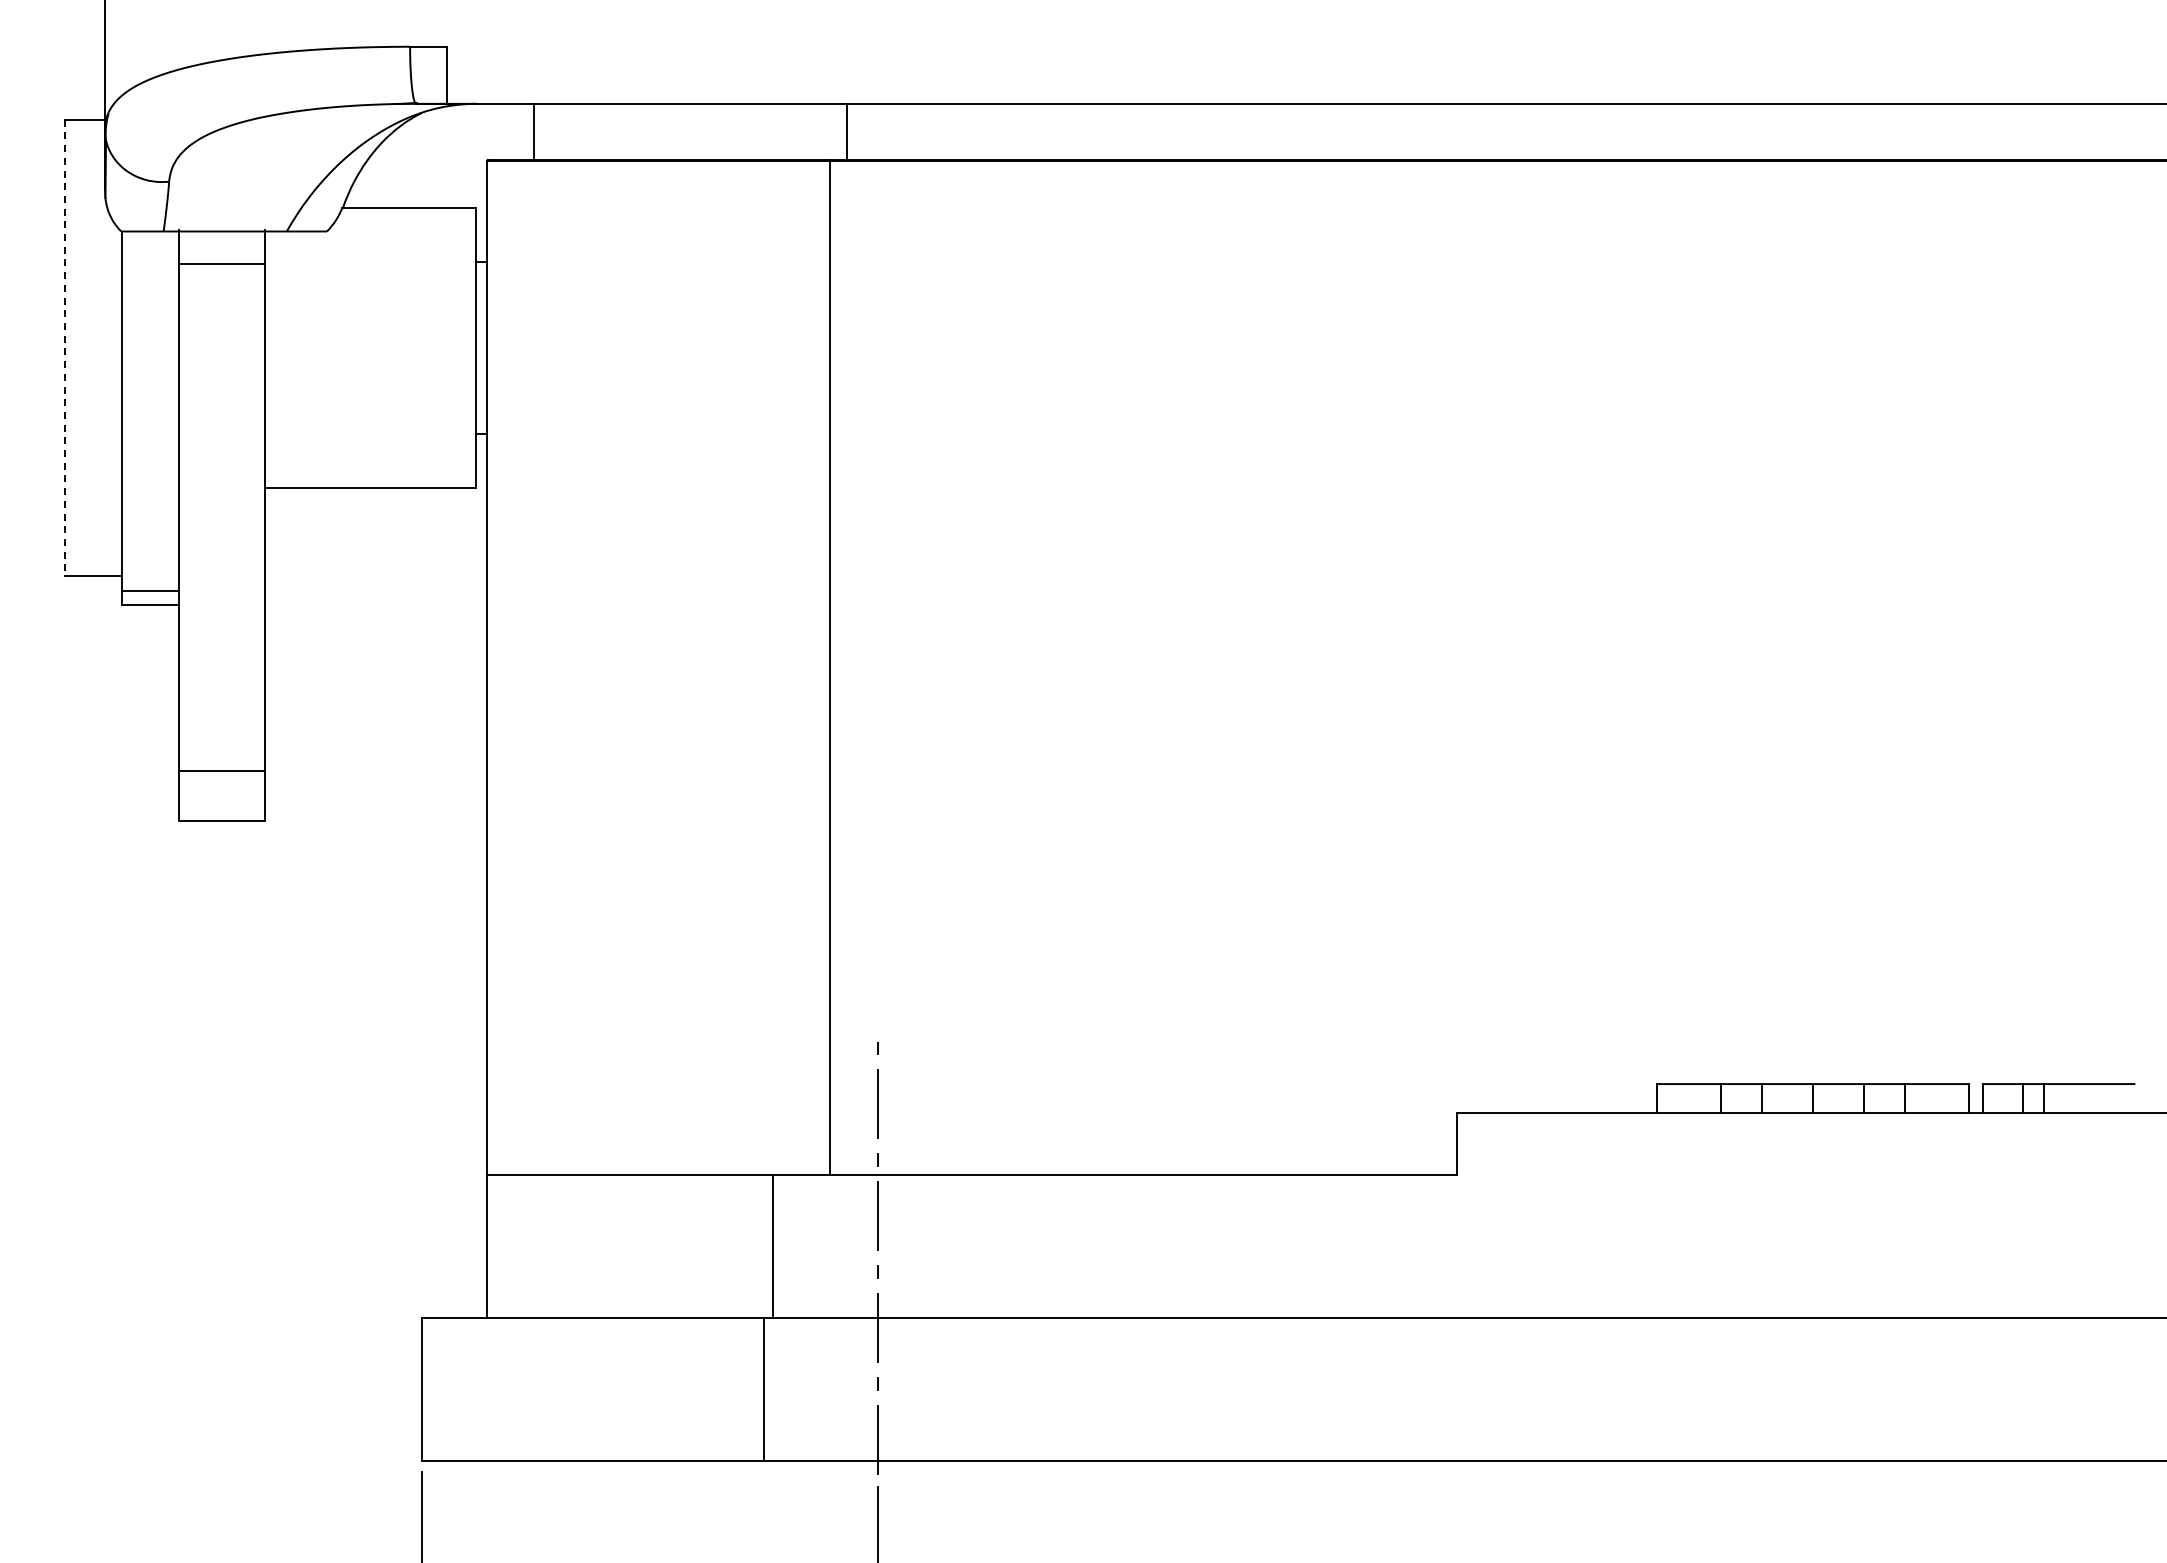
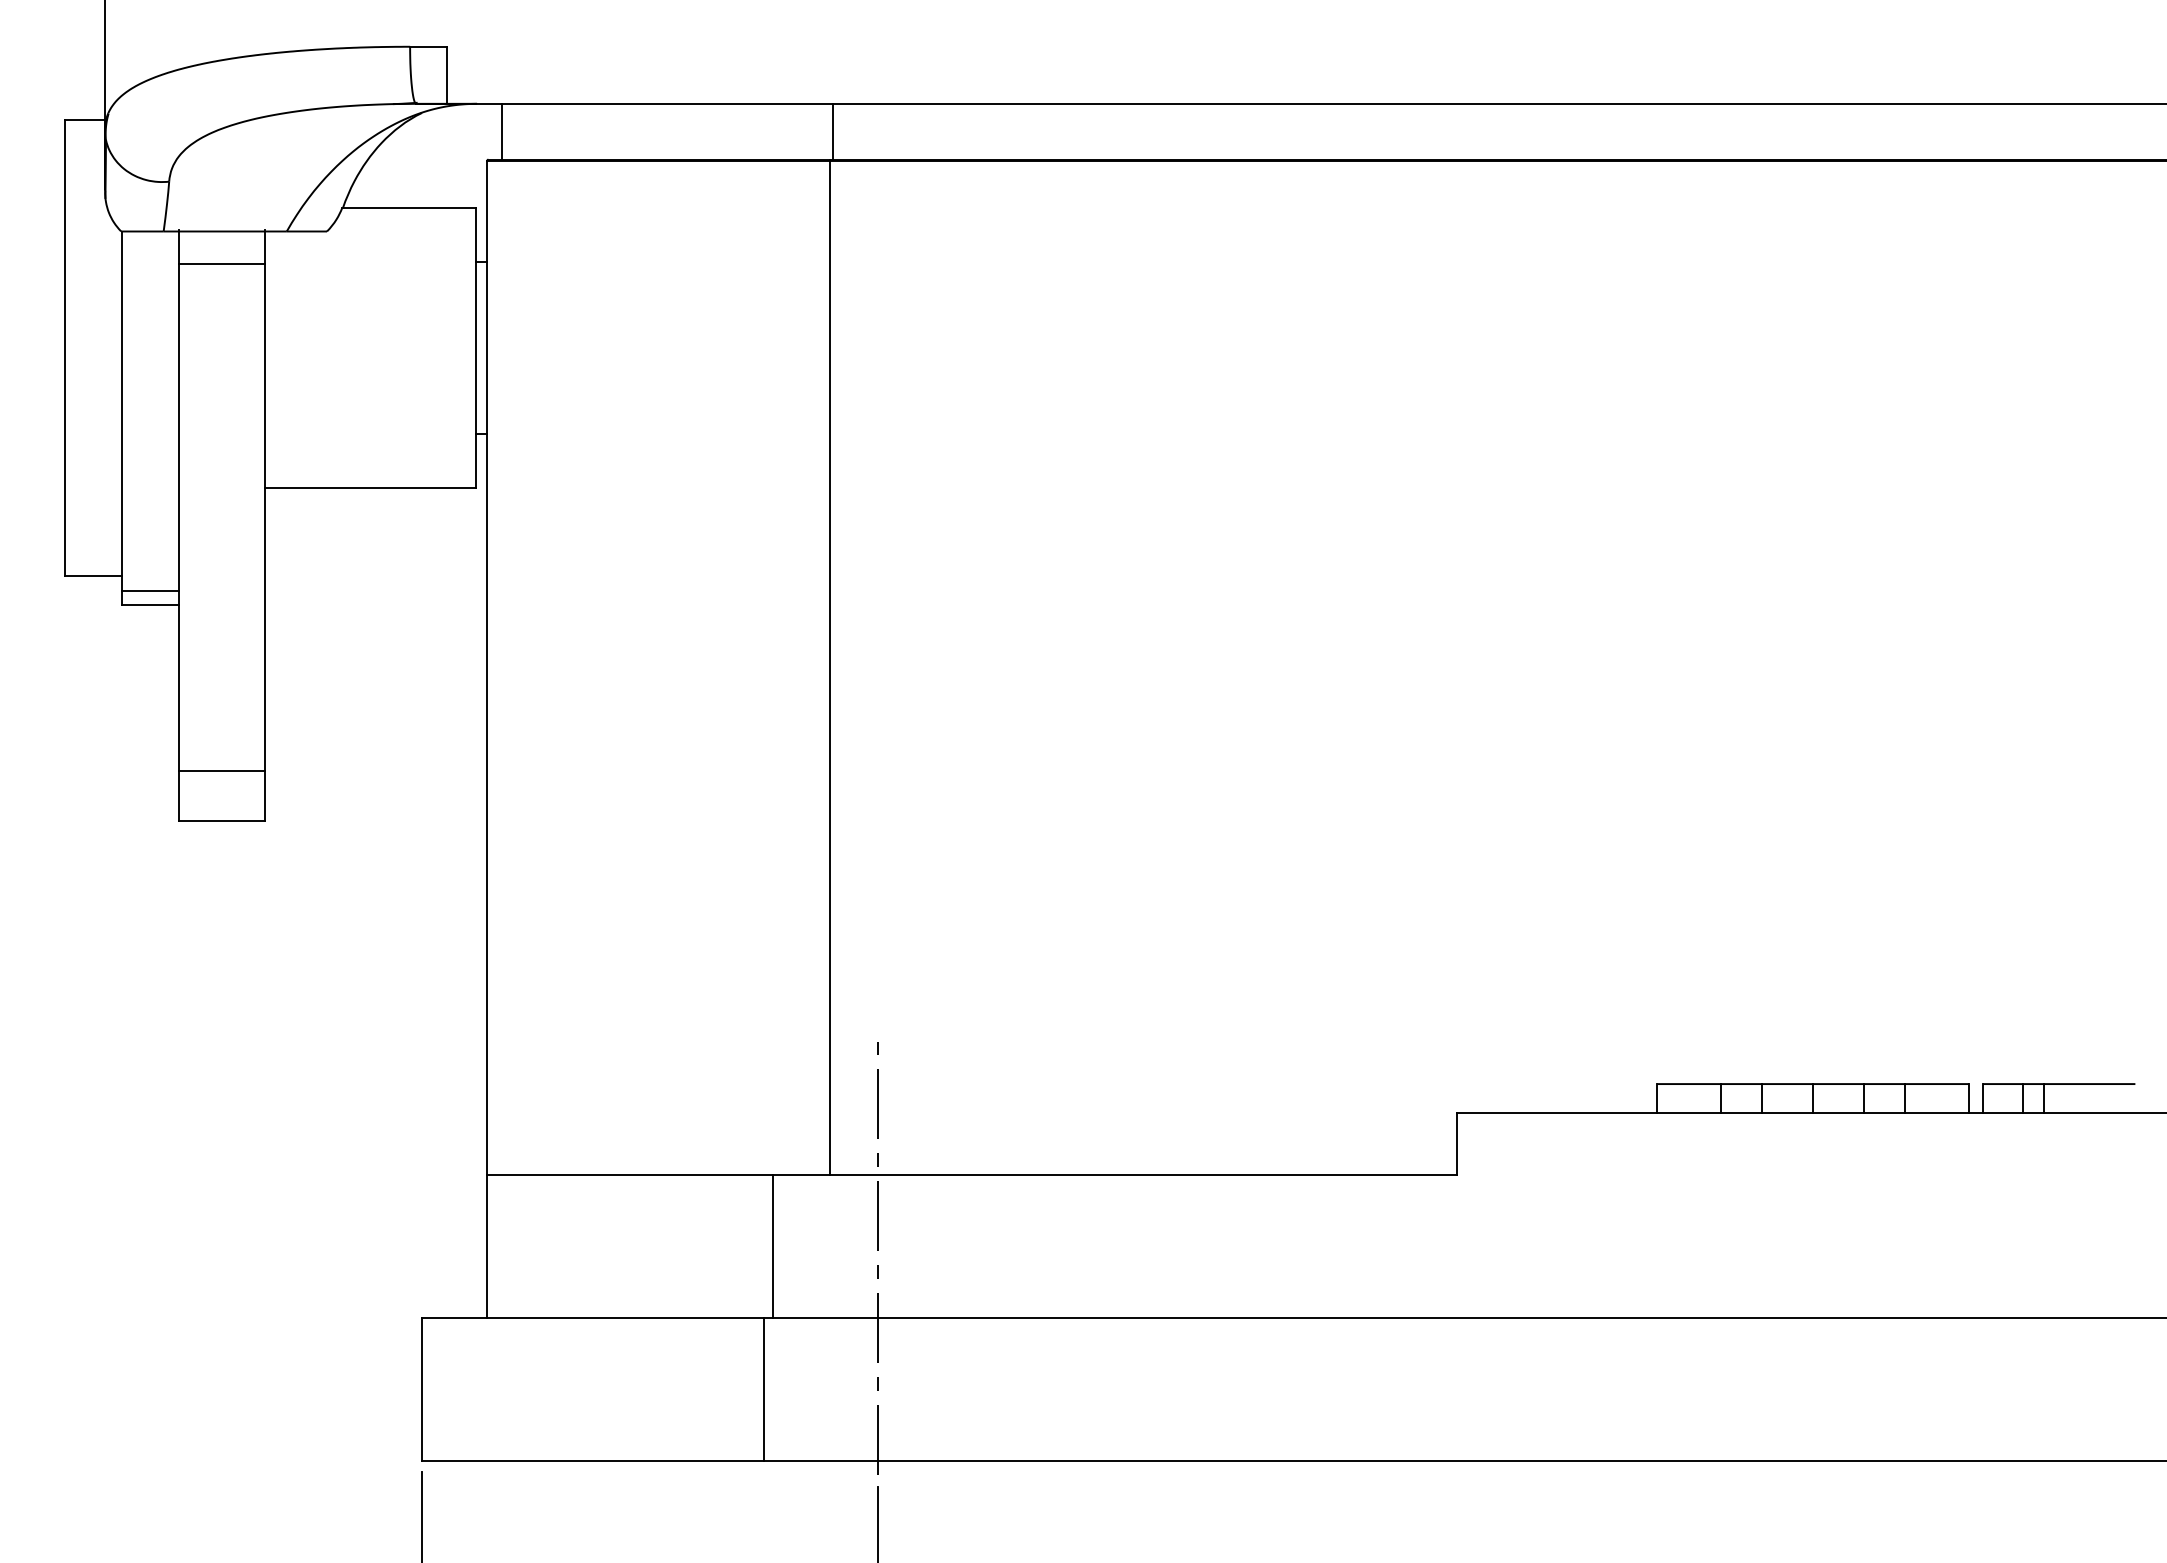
line at (533, 131) position: (533, 131) -> (501, 131)
line at (846, 131) position: (846, 131) -> (832, 131)
line at (65, 348): dashed -> solid
